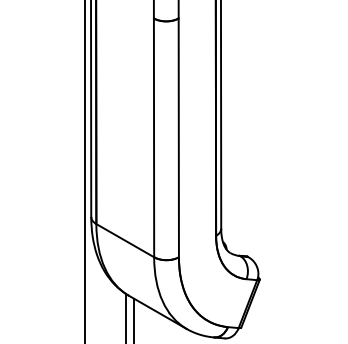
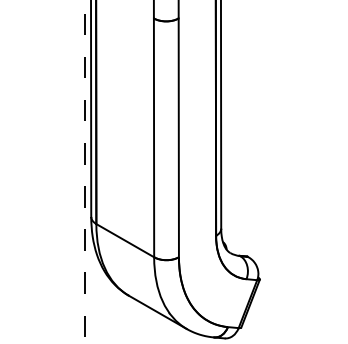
line at (84, 172): solid -> dashed
line at (125, 316): present -> none
line at (134, 319): present -> none
